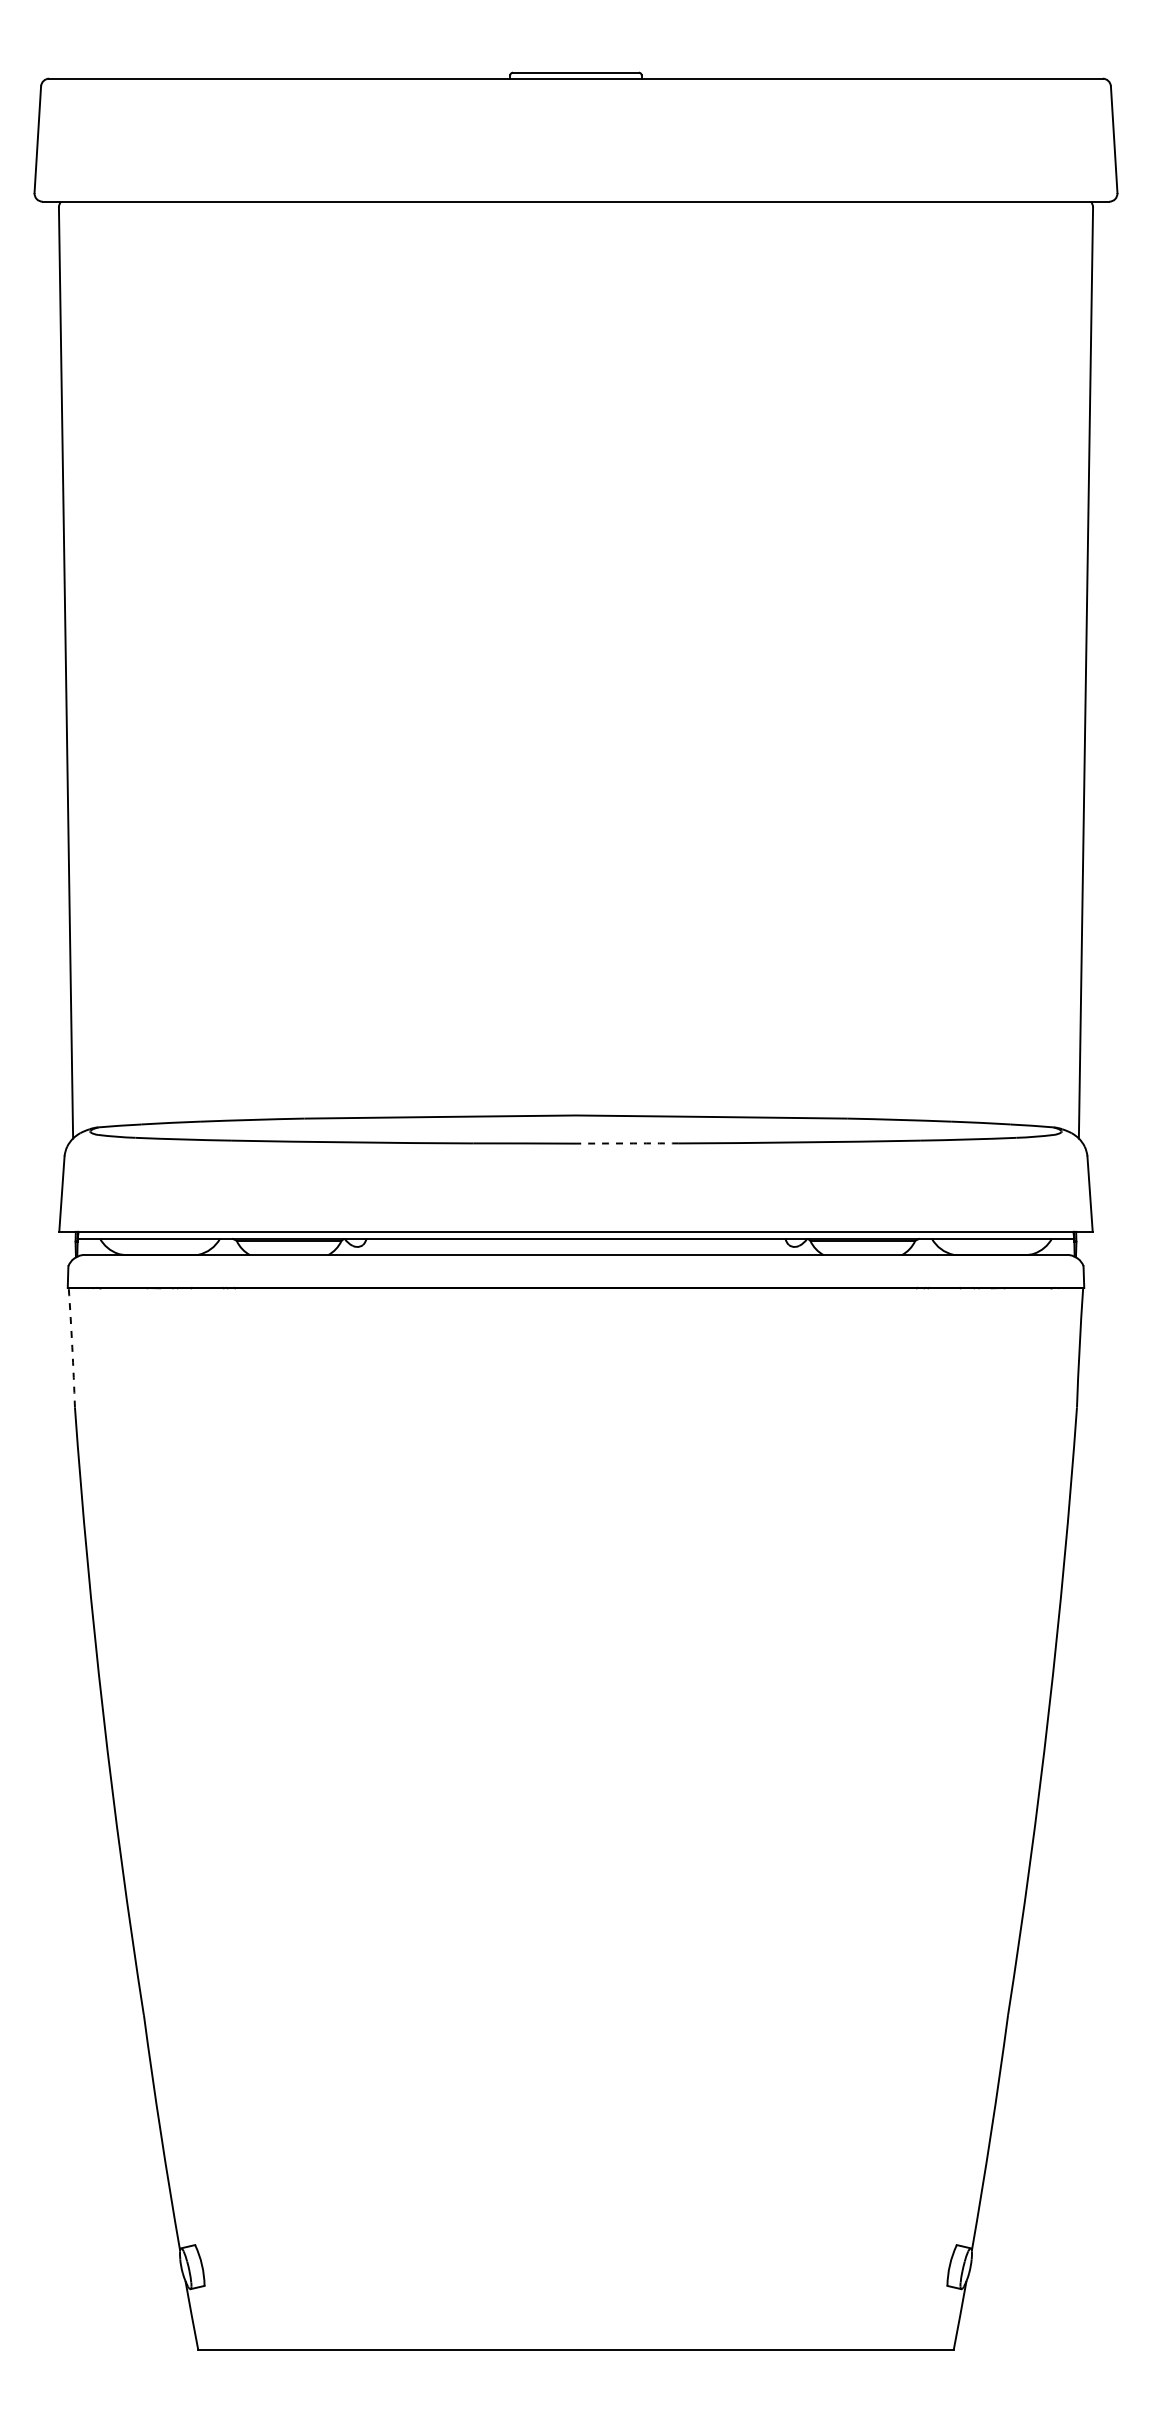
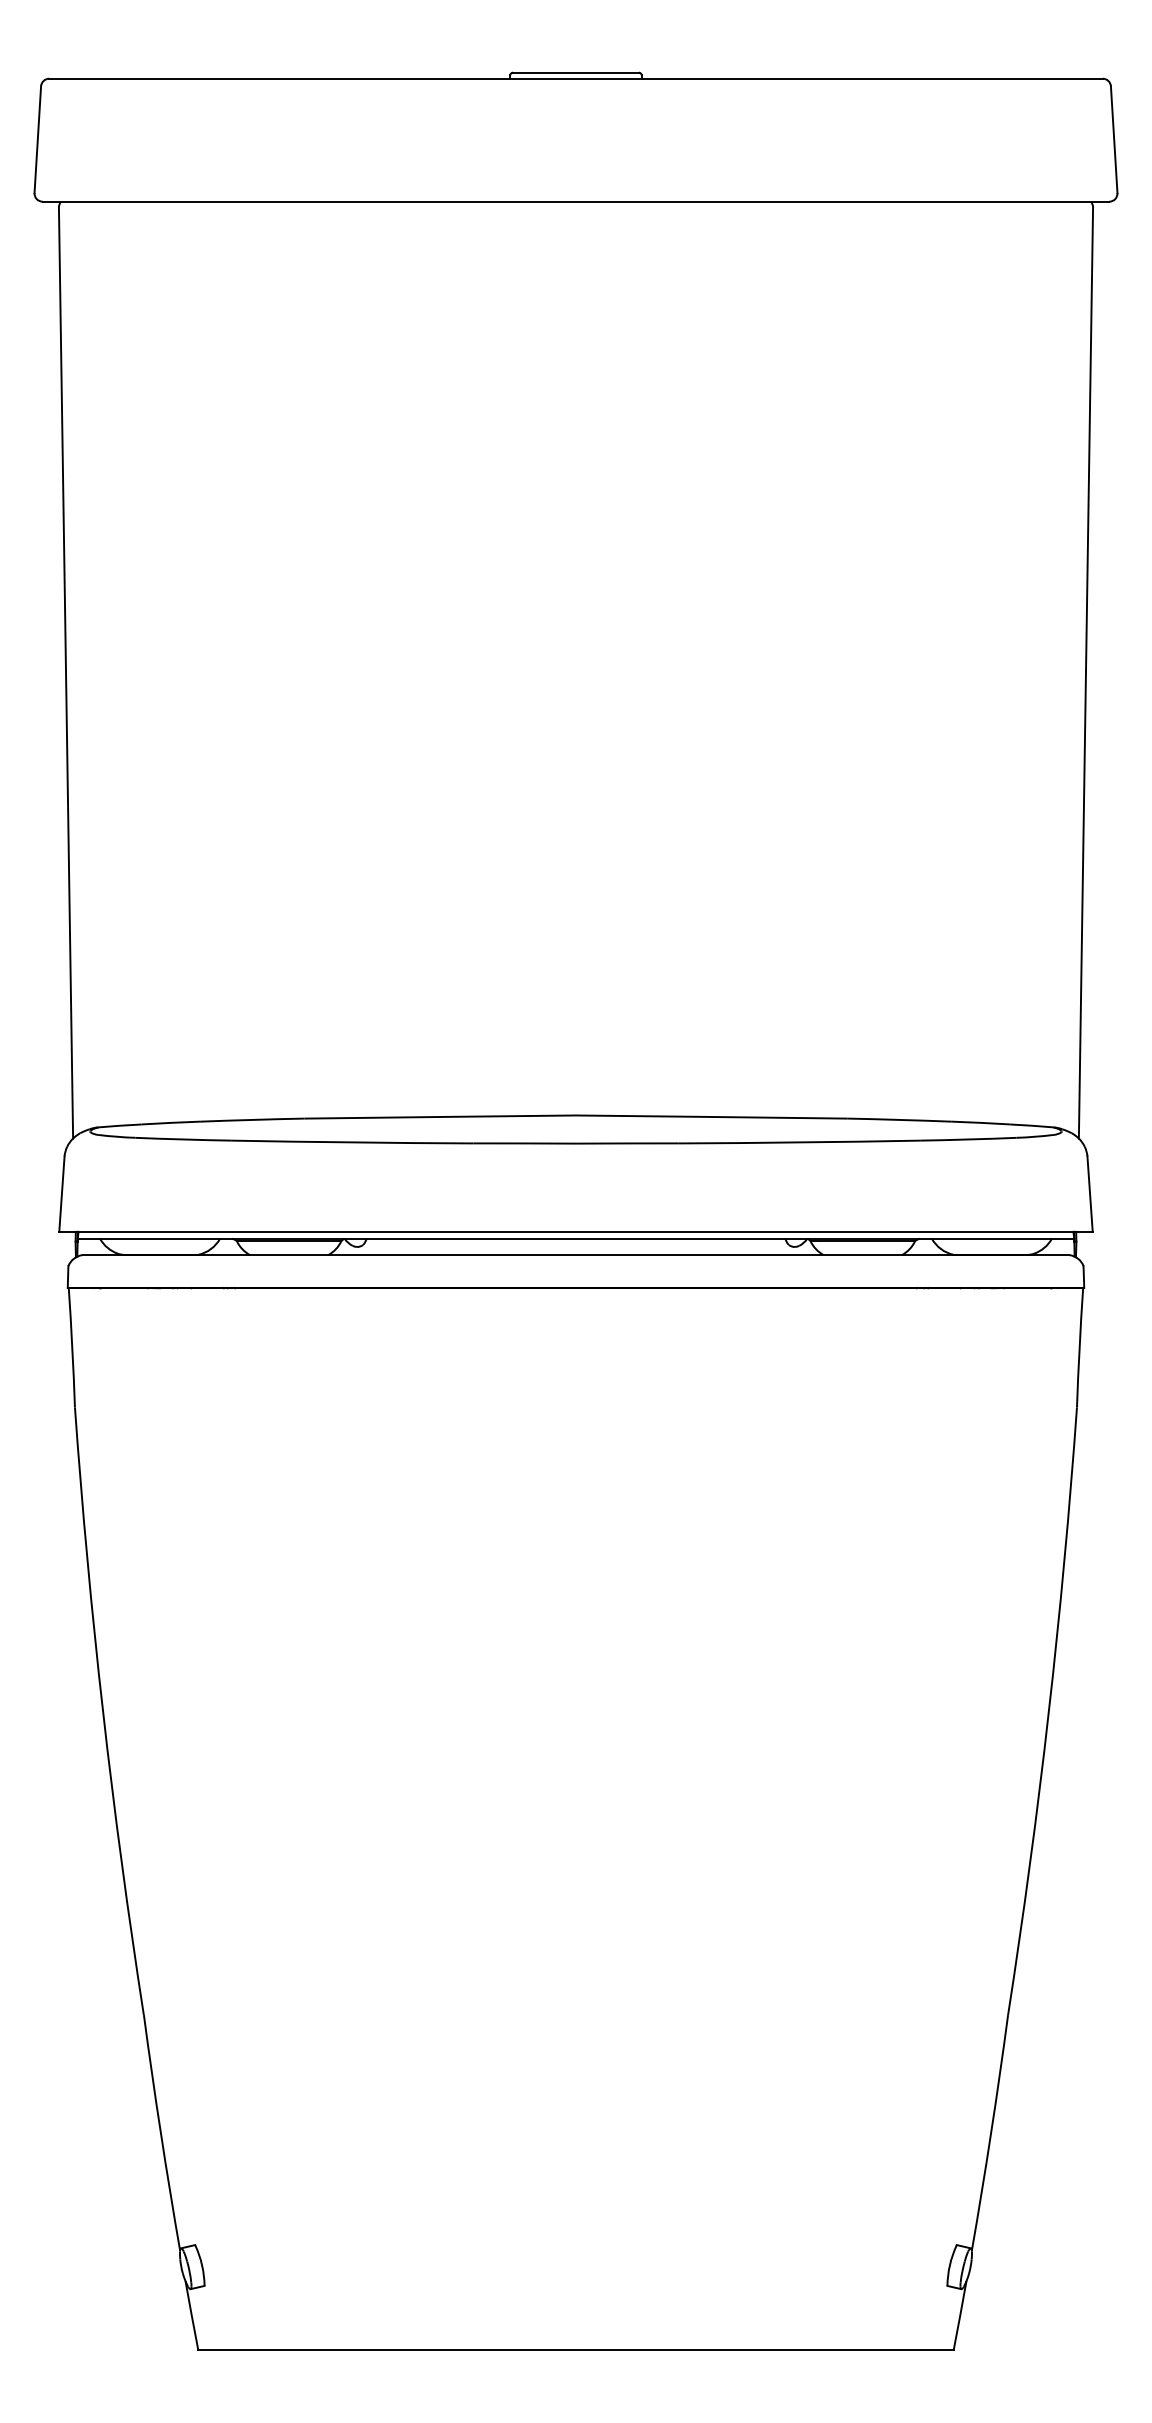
arc at (627, 1143): dashed -> solid
arc at (72, 1347): dashed -> solid
